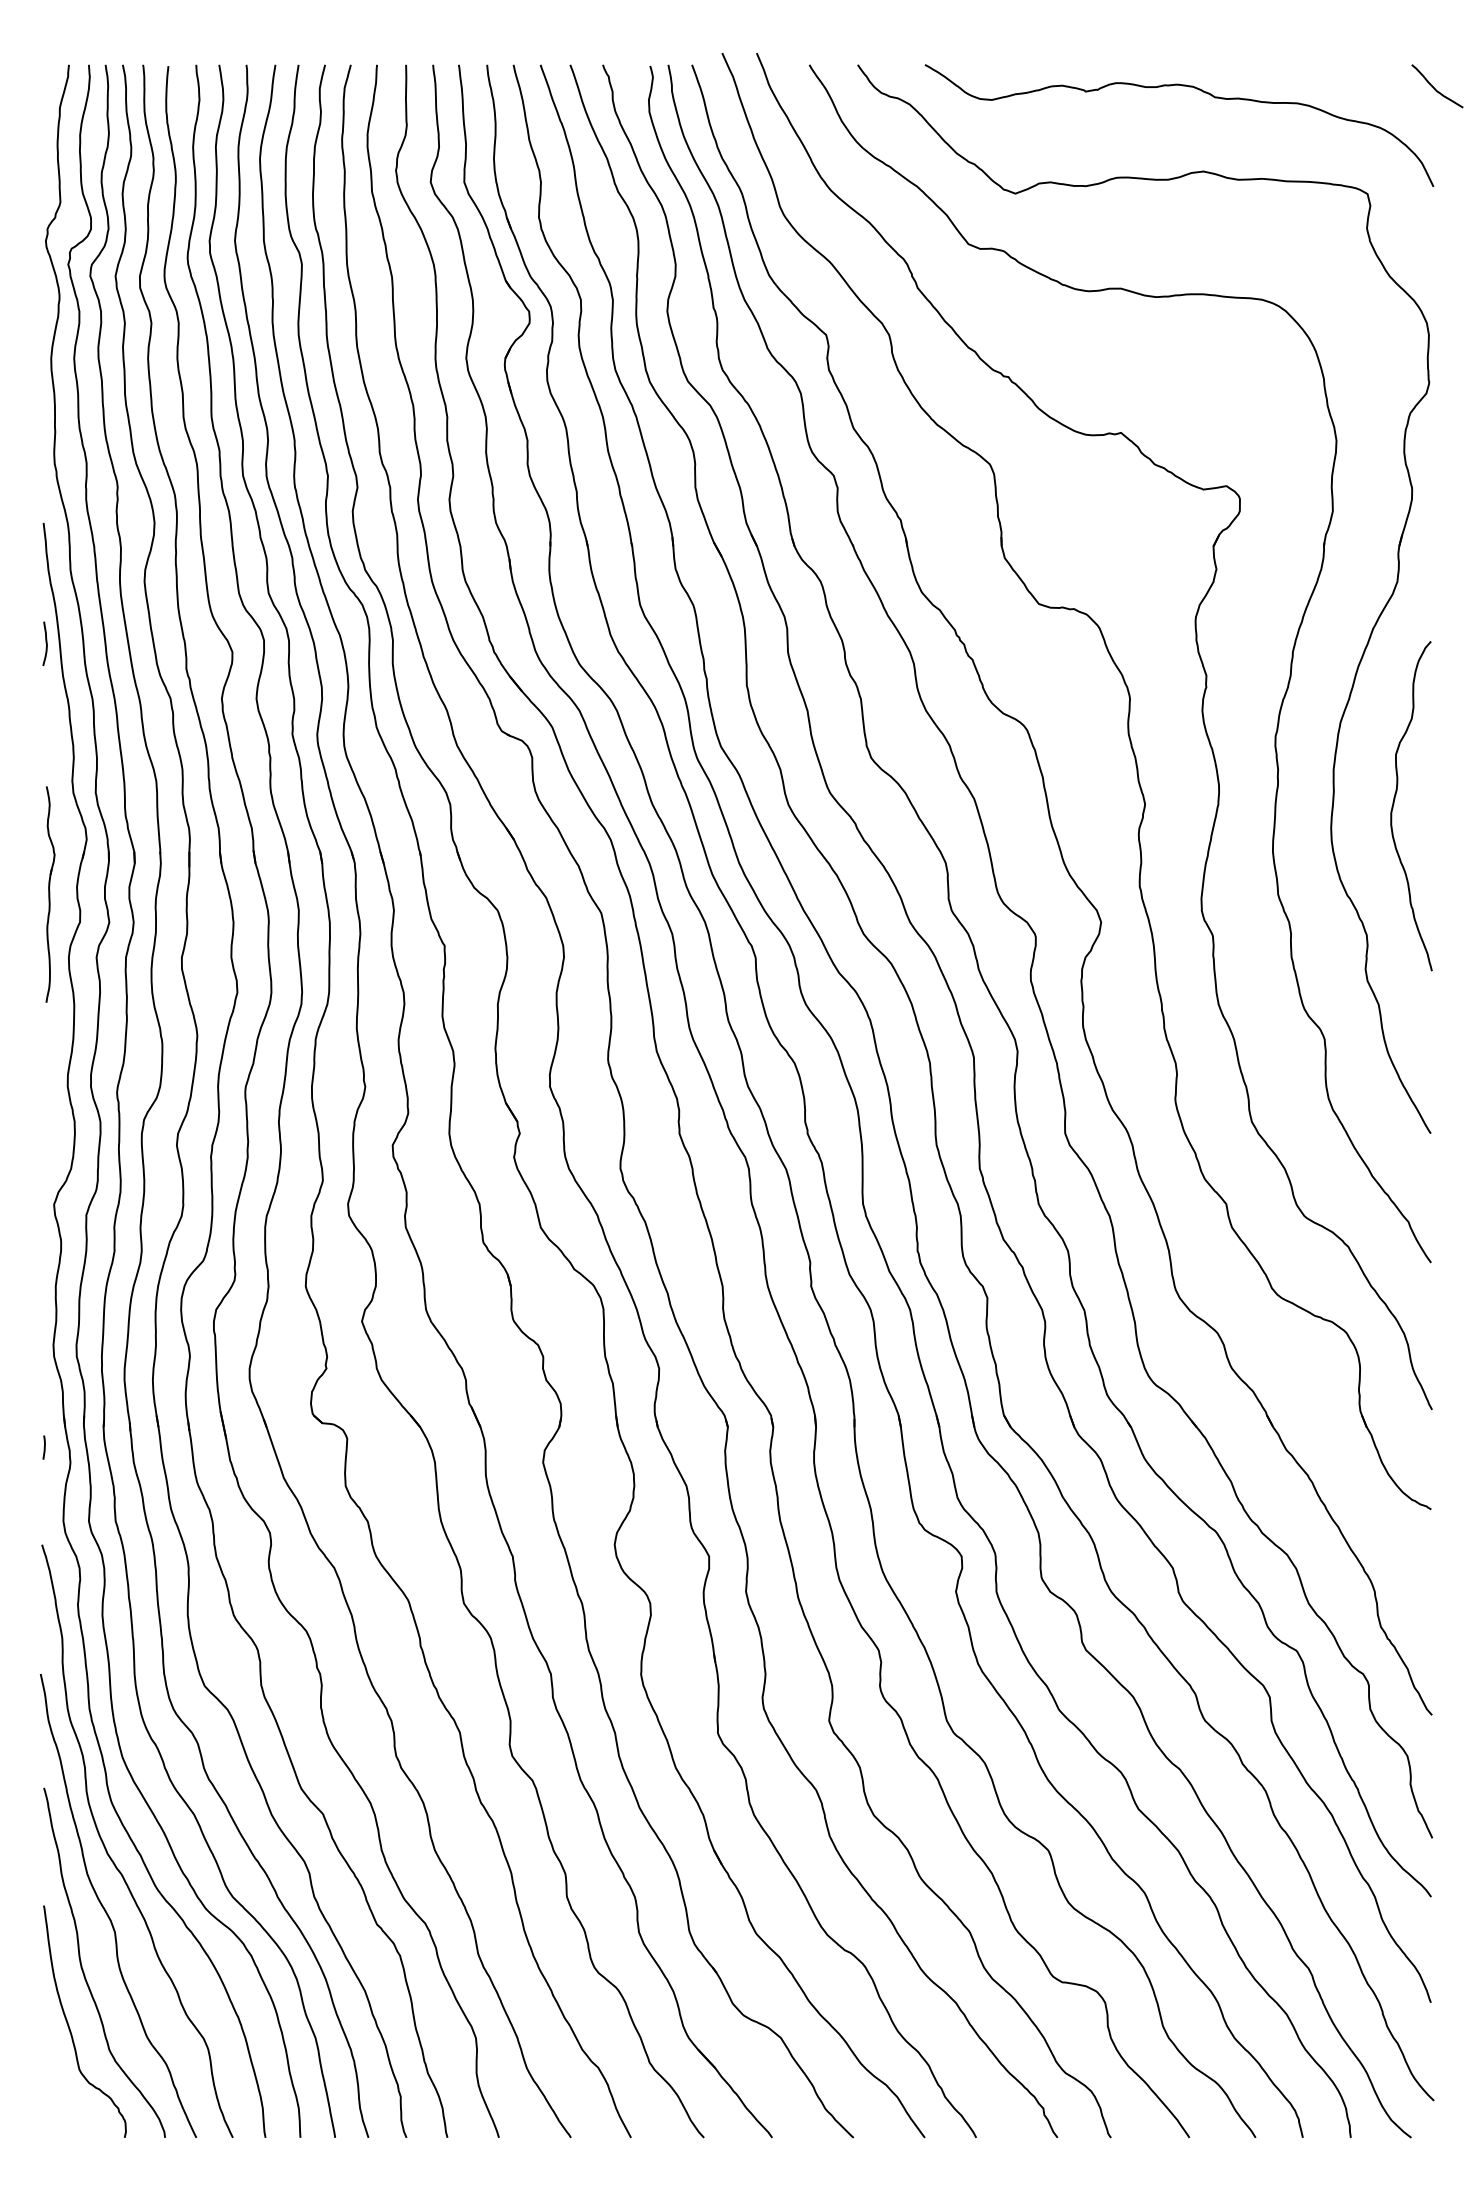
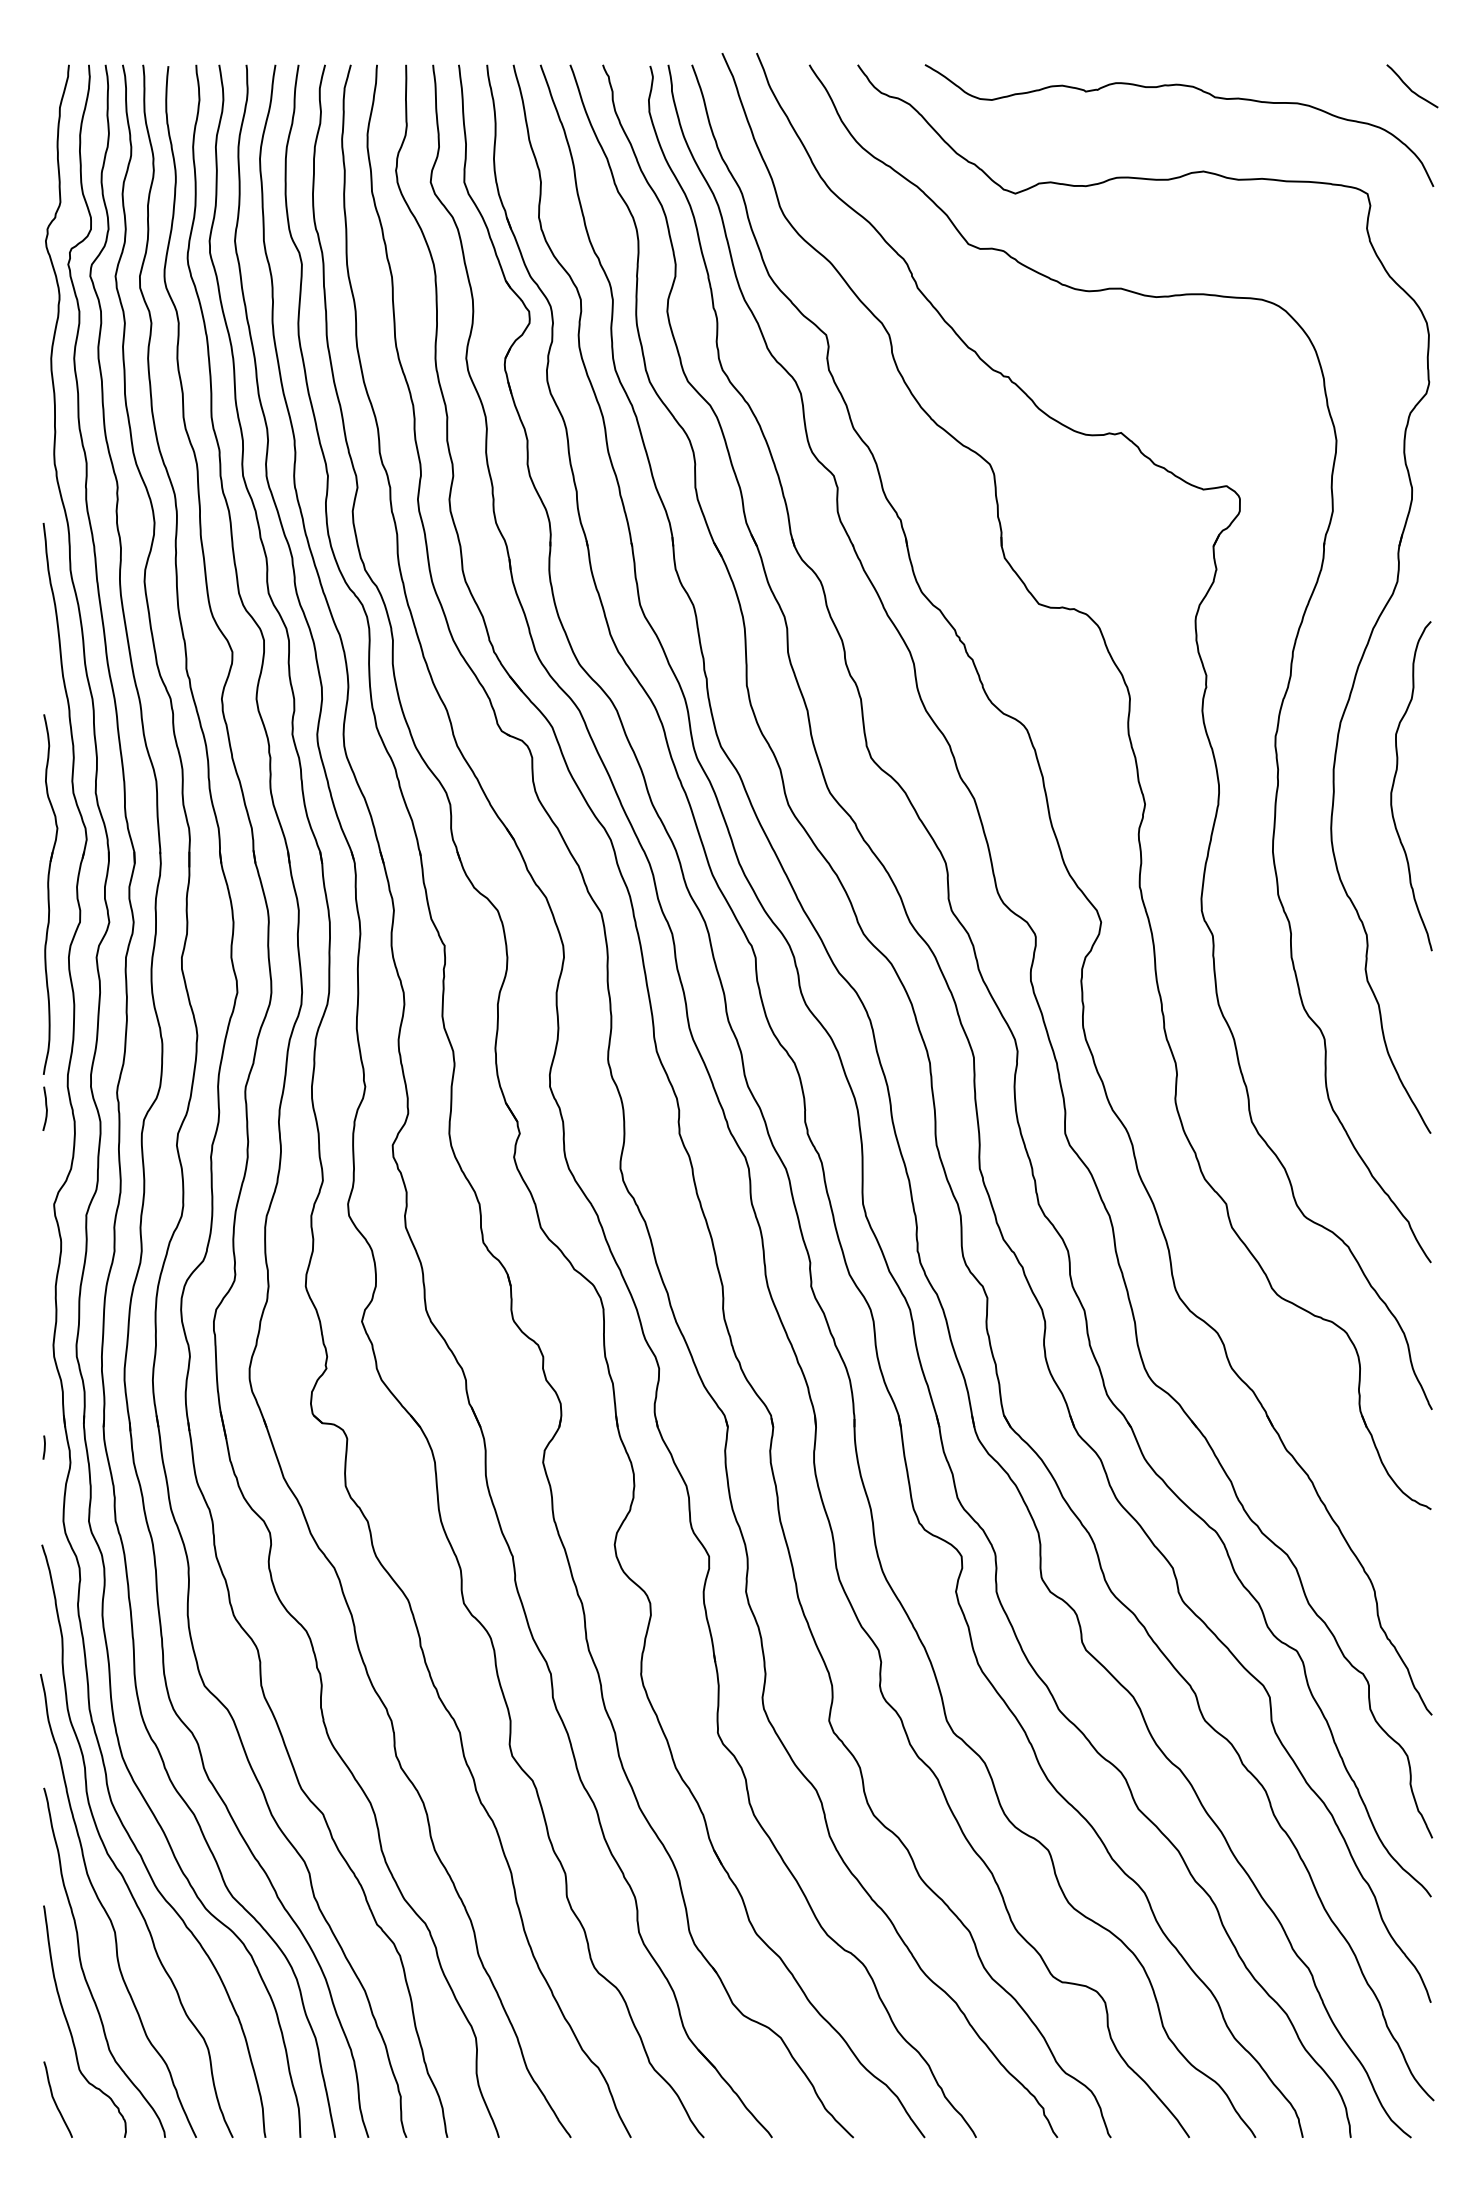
curve at (1435, 88) position: (1435, 88) -> (1410, 88)
curve at (45, 643) position: (45, 643) -> (45, 1108)
curve at (1394, 804) position: (1394, 804) -> (1394, 784)
part at (50, 894) size: 11x217 px -> 17x361 px
curve at (55, 2100): none -> present
